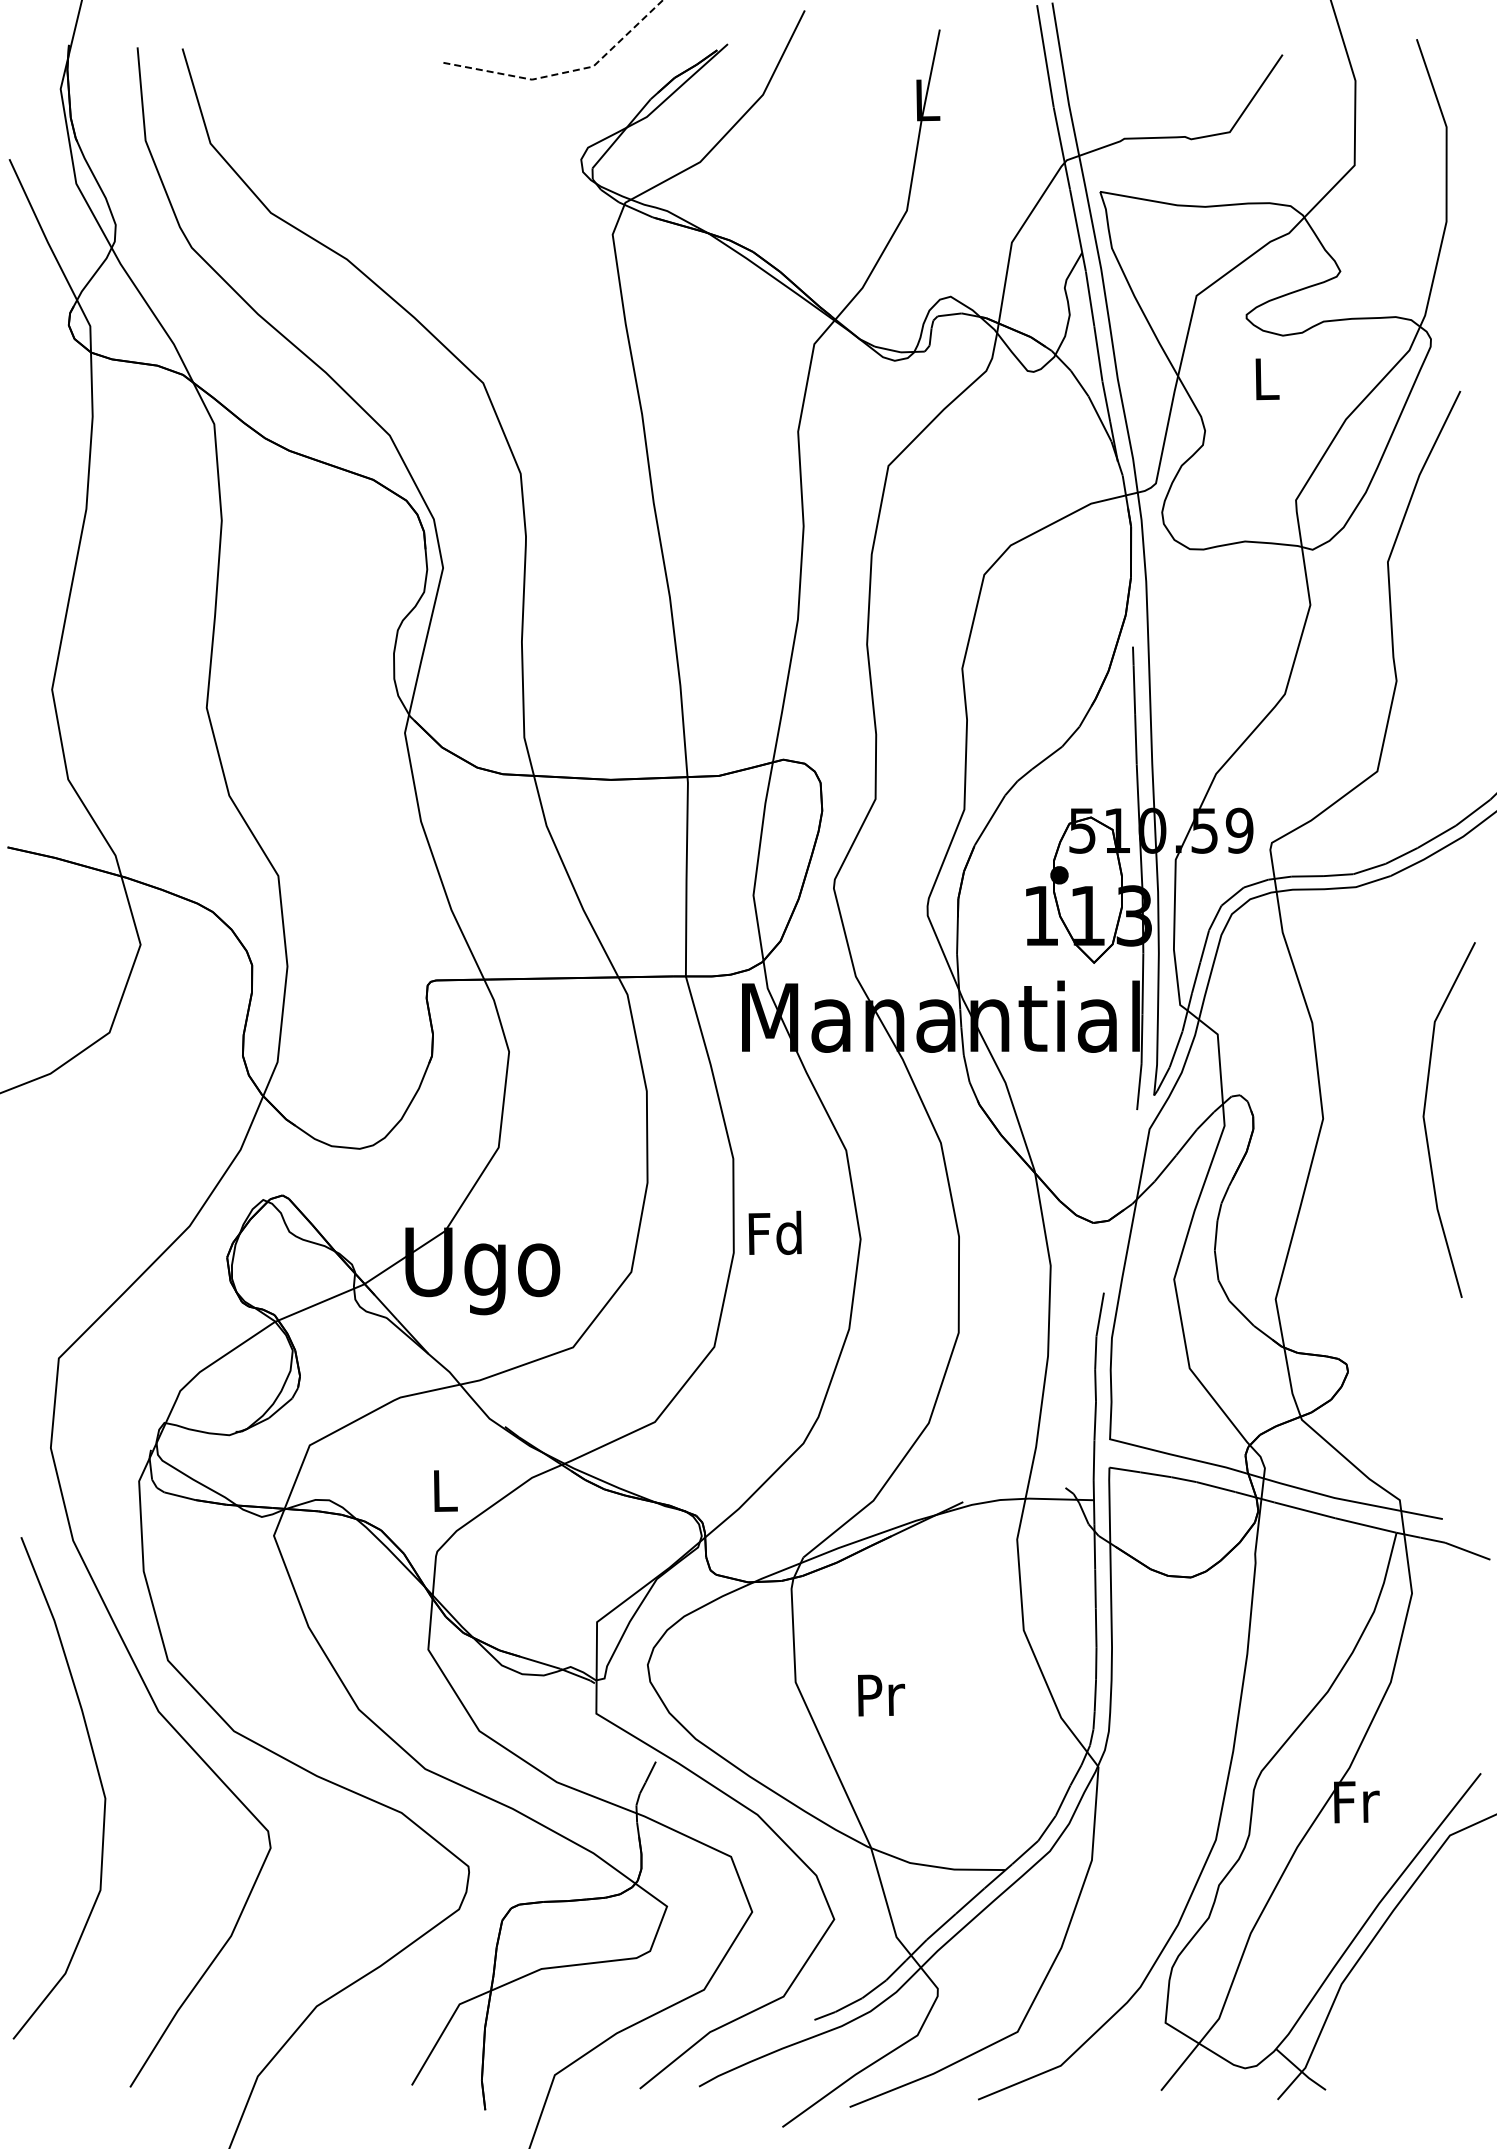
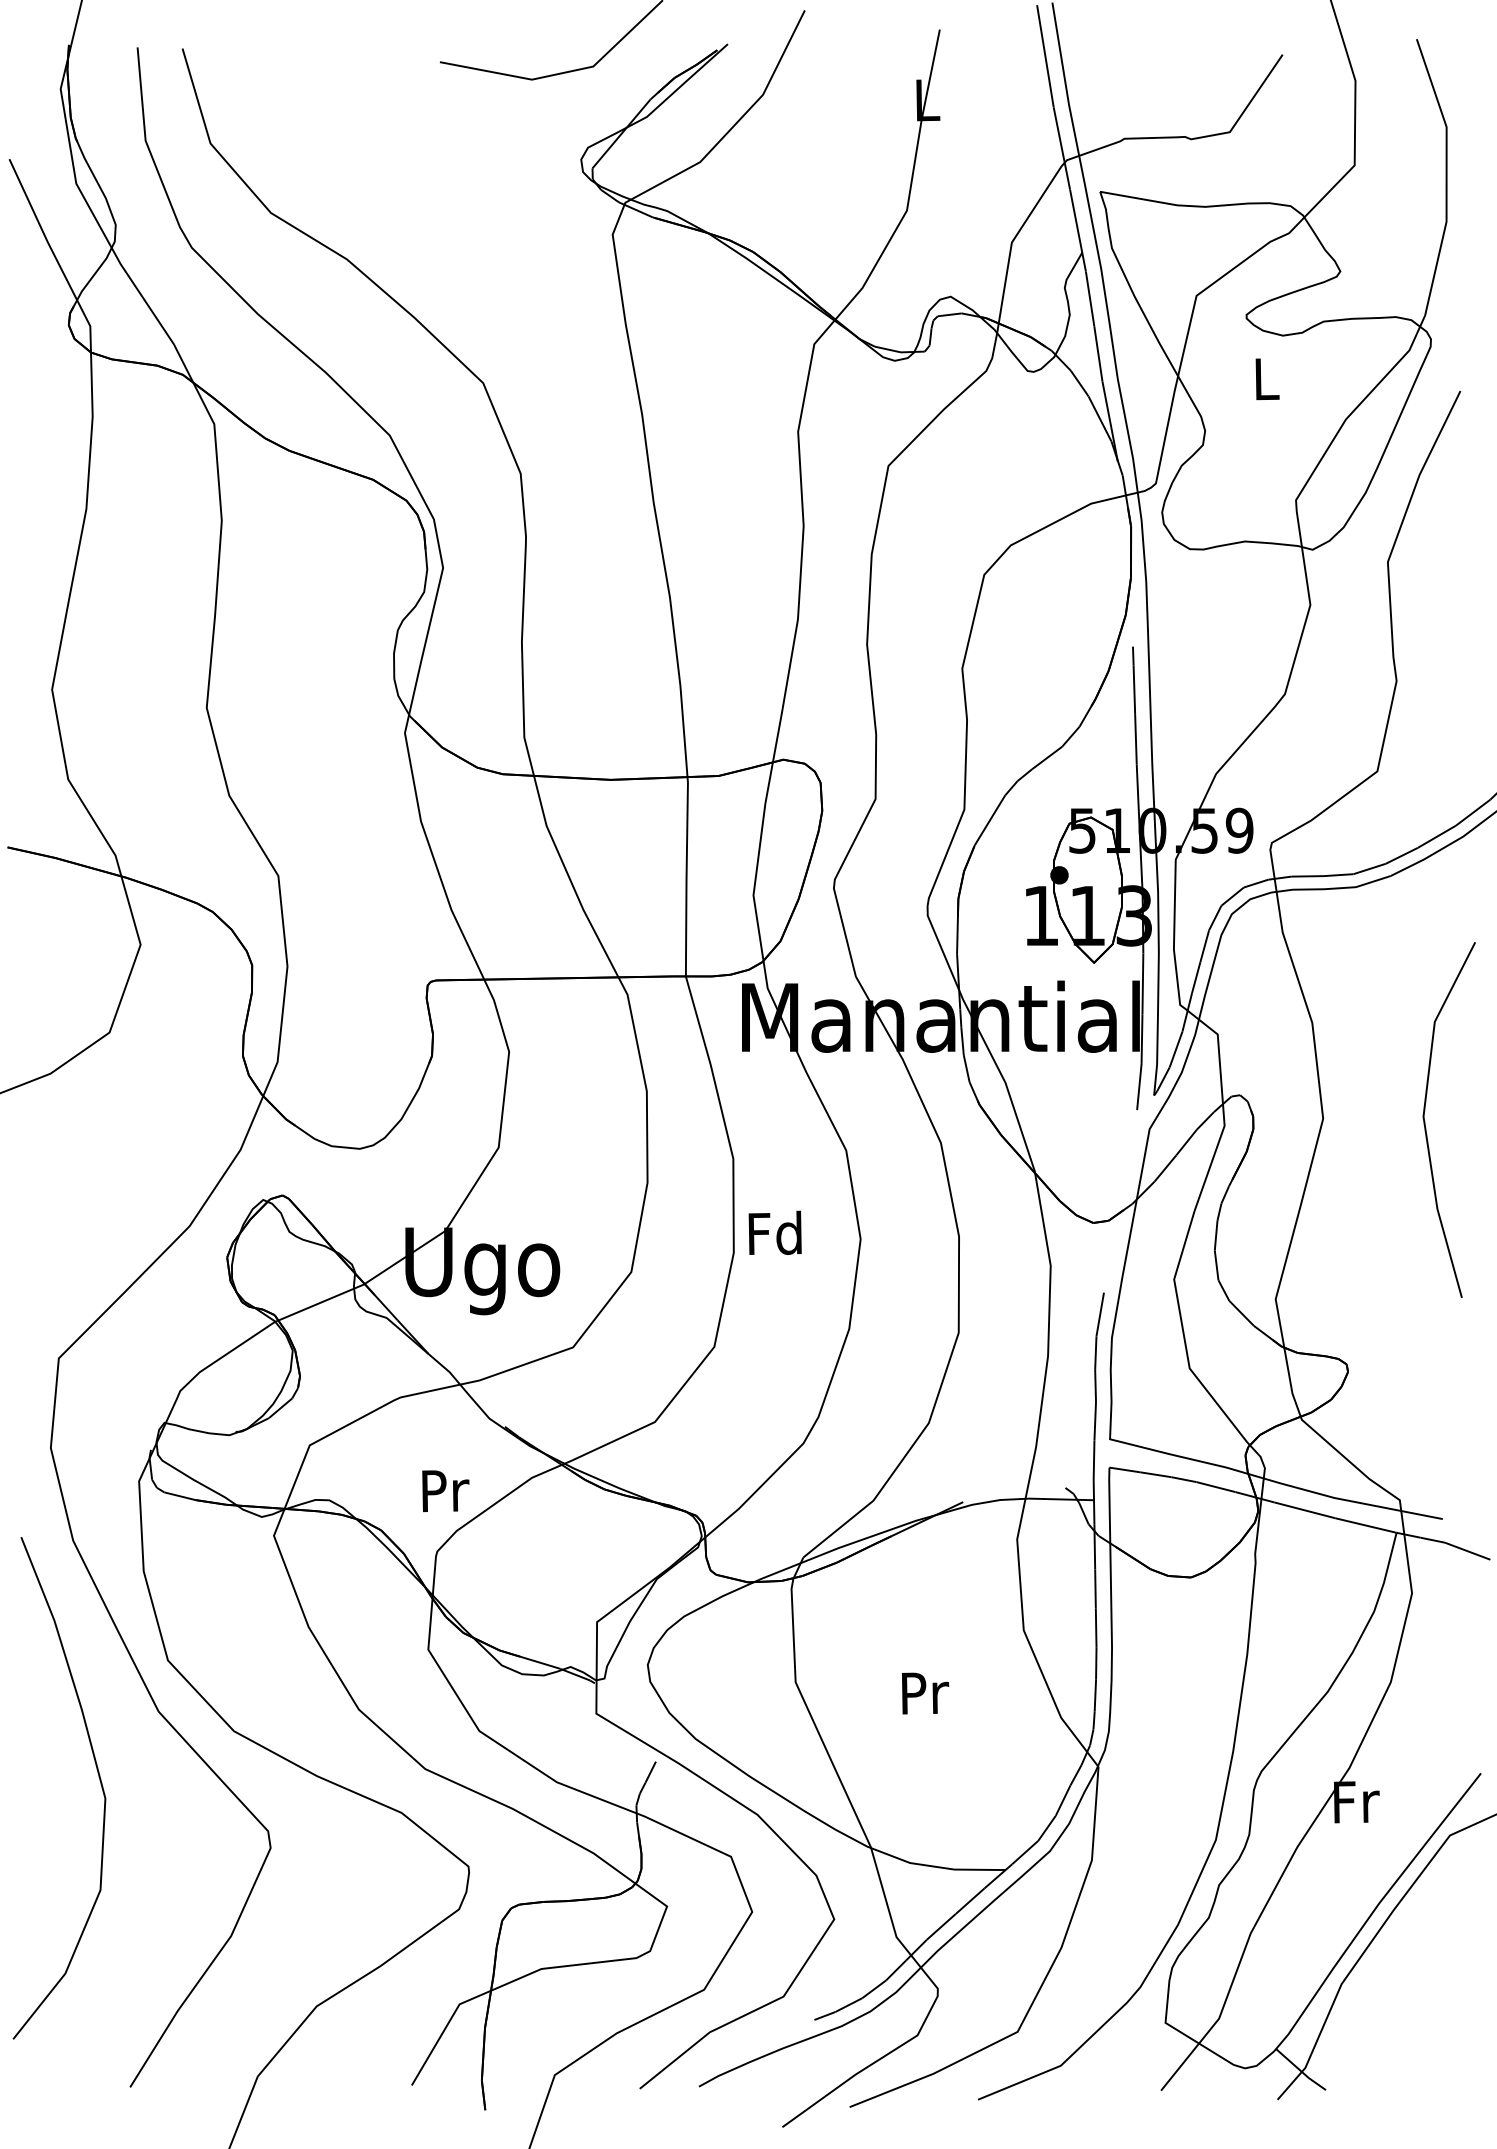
line at (564, 72): dashed -> solid
text at (445, 1491): L -> Pr
text at (881, 1695) position: (881, 1695) -> (925, 1693)
